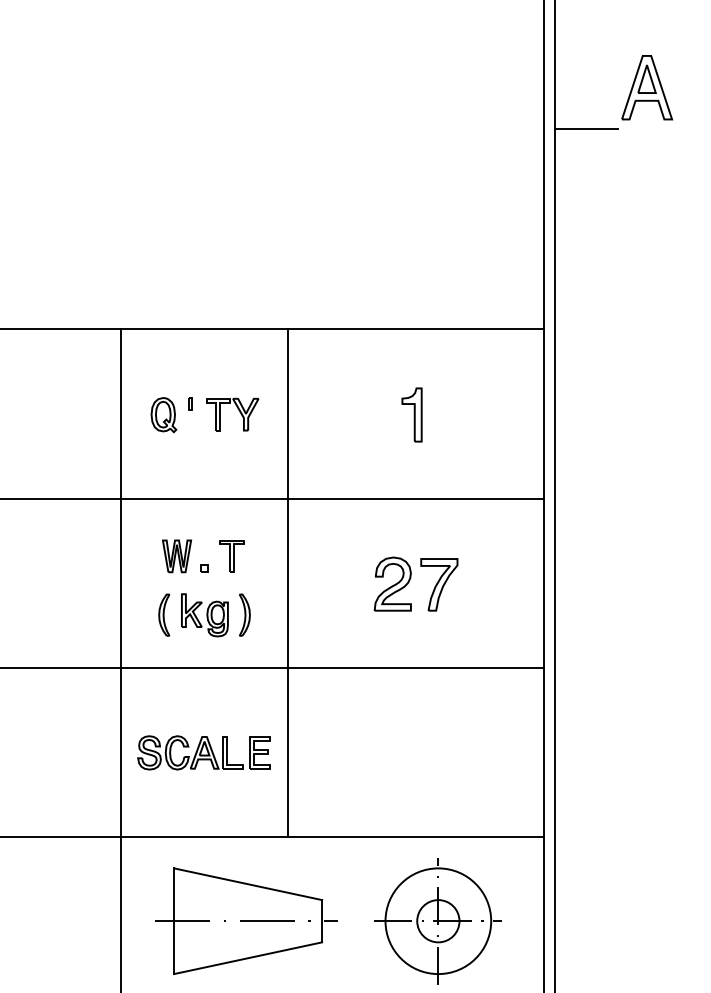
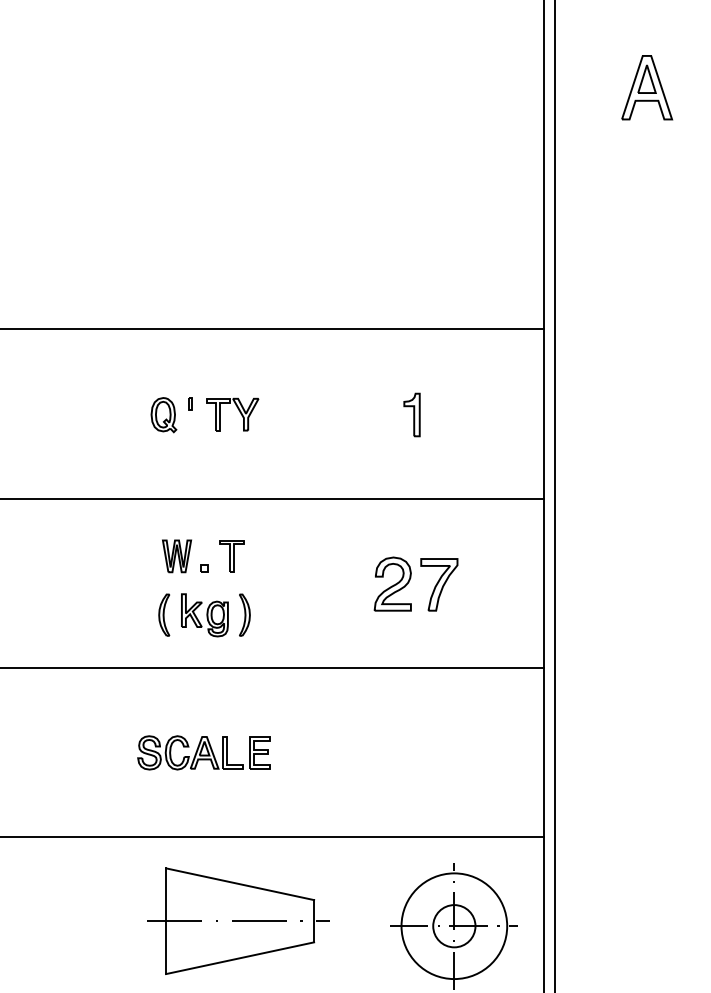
line at (586, 128): present -> none
part at (411, 414) size: 22x56 px -> 18x46 px
line at (287, 582): present -> none
line at (121, 659): present -> none
part at (246, 920) position: (246, 920) -> (238, 920)
part at (437, 921) position: (437, 921) -> (453, 926)
